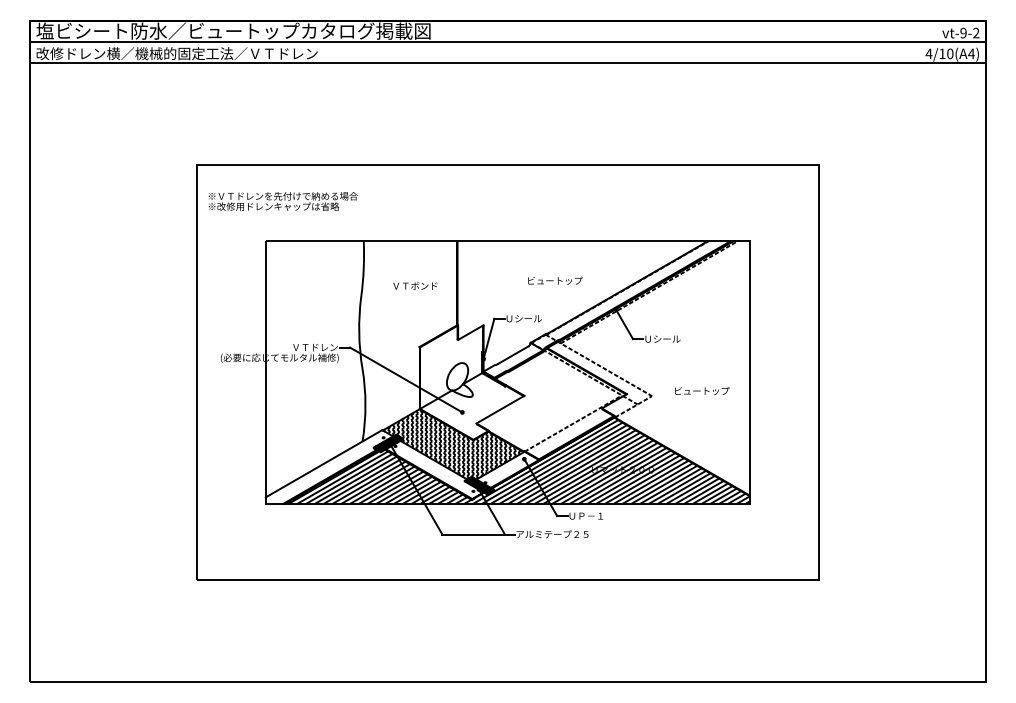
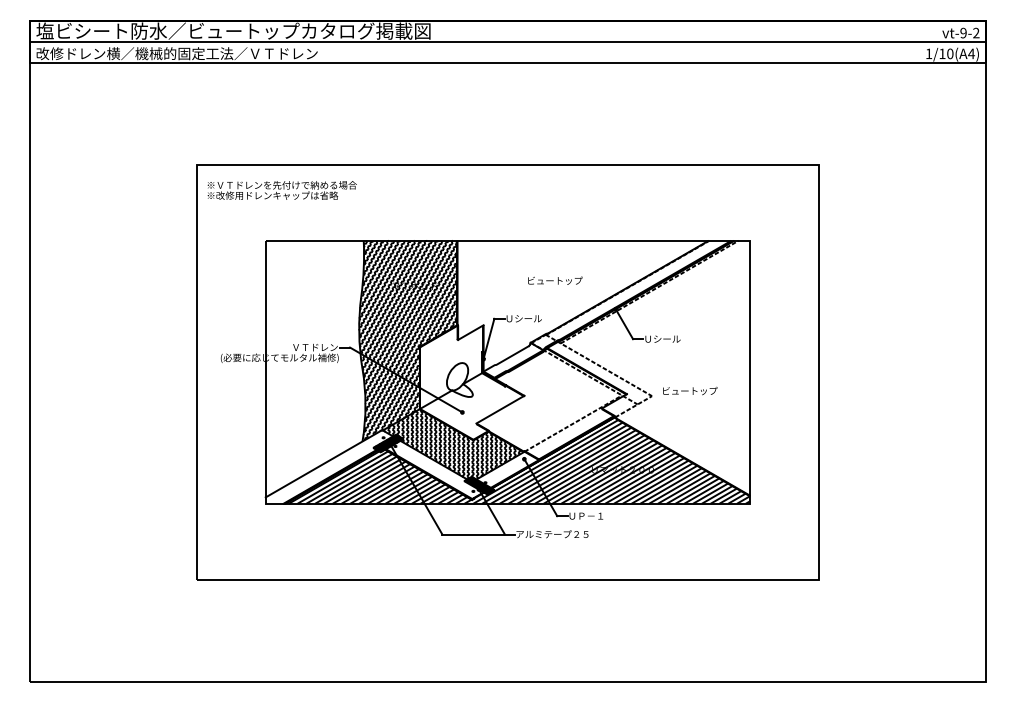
text at (928, 53): 4/10(A4) -> 1/10(A4)
text at (282, 201) position: (282, 201) -> (281, 190)
hatch at (408, 340): none -> present
text at (702, 390) position: (702, 390) -> (690, 390)
